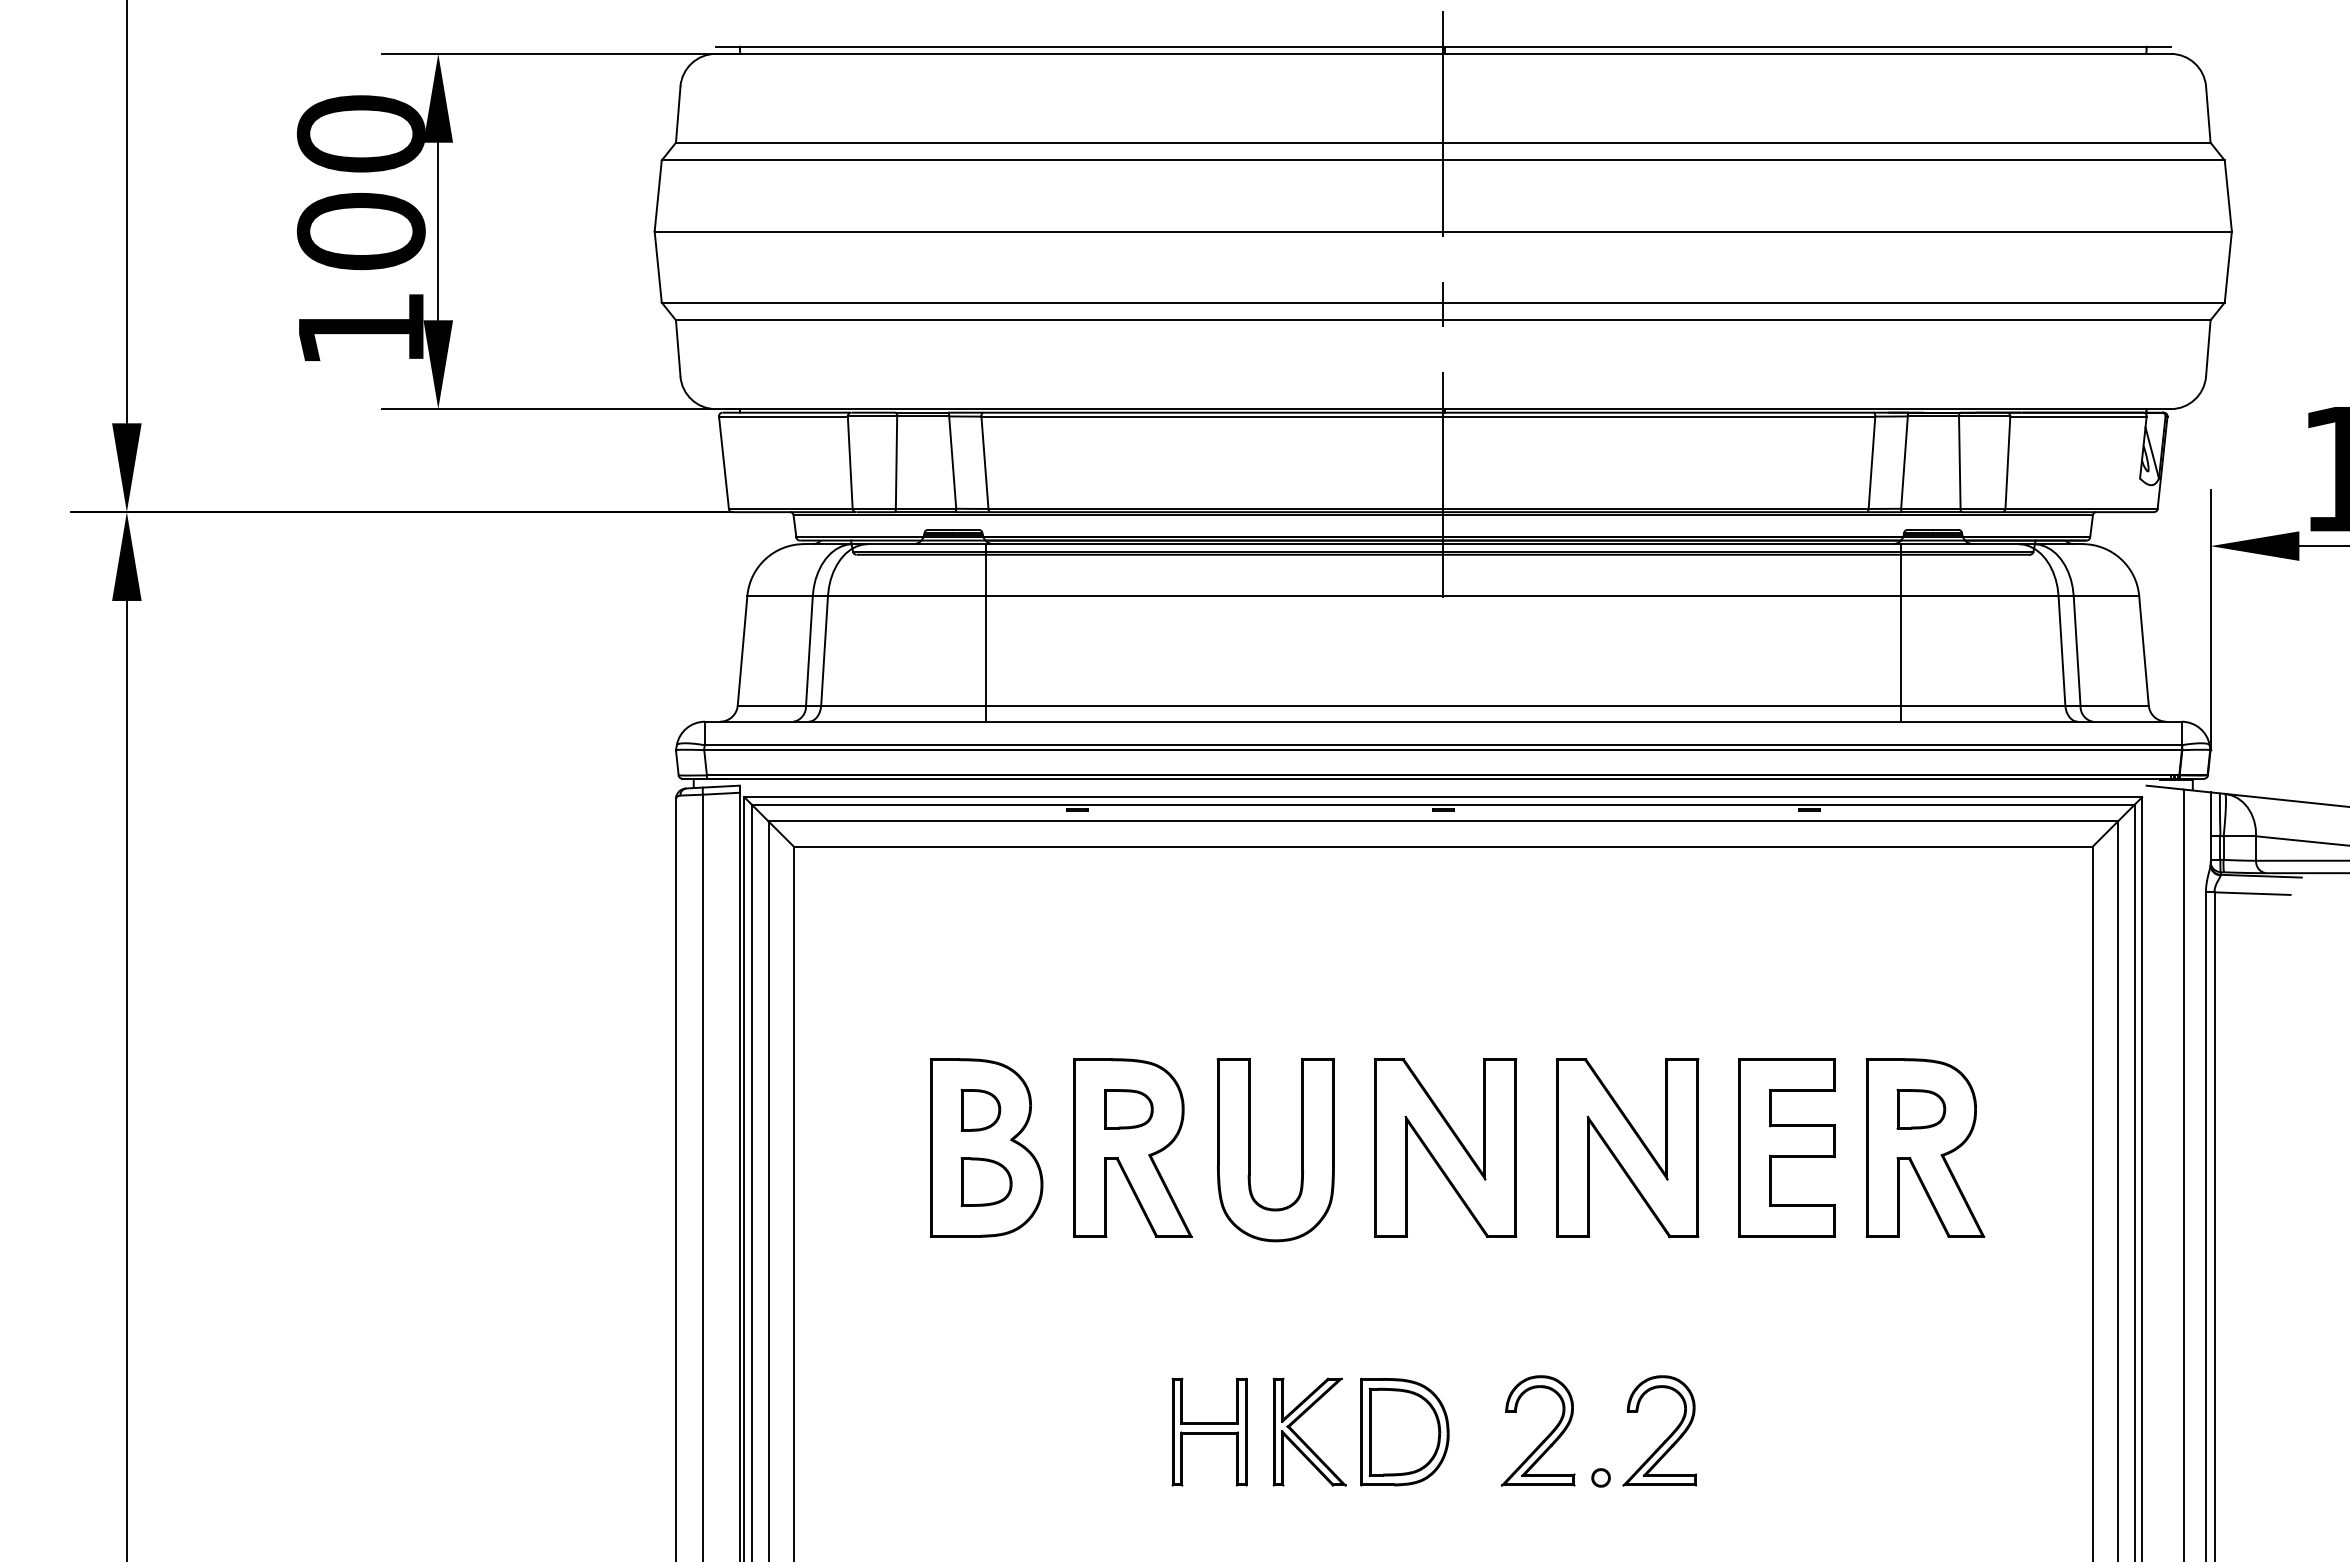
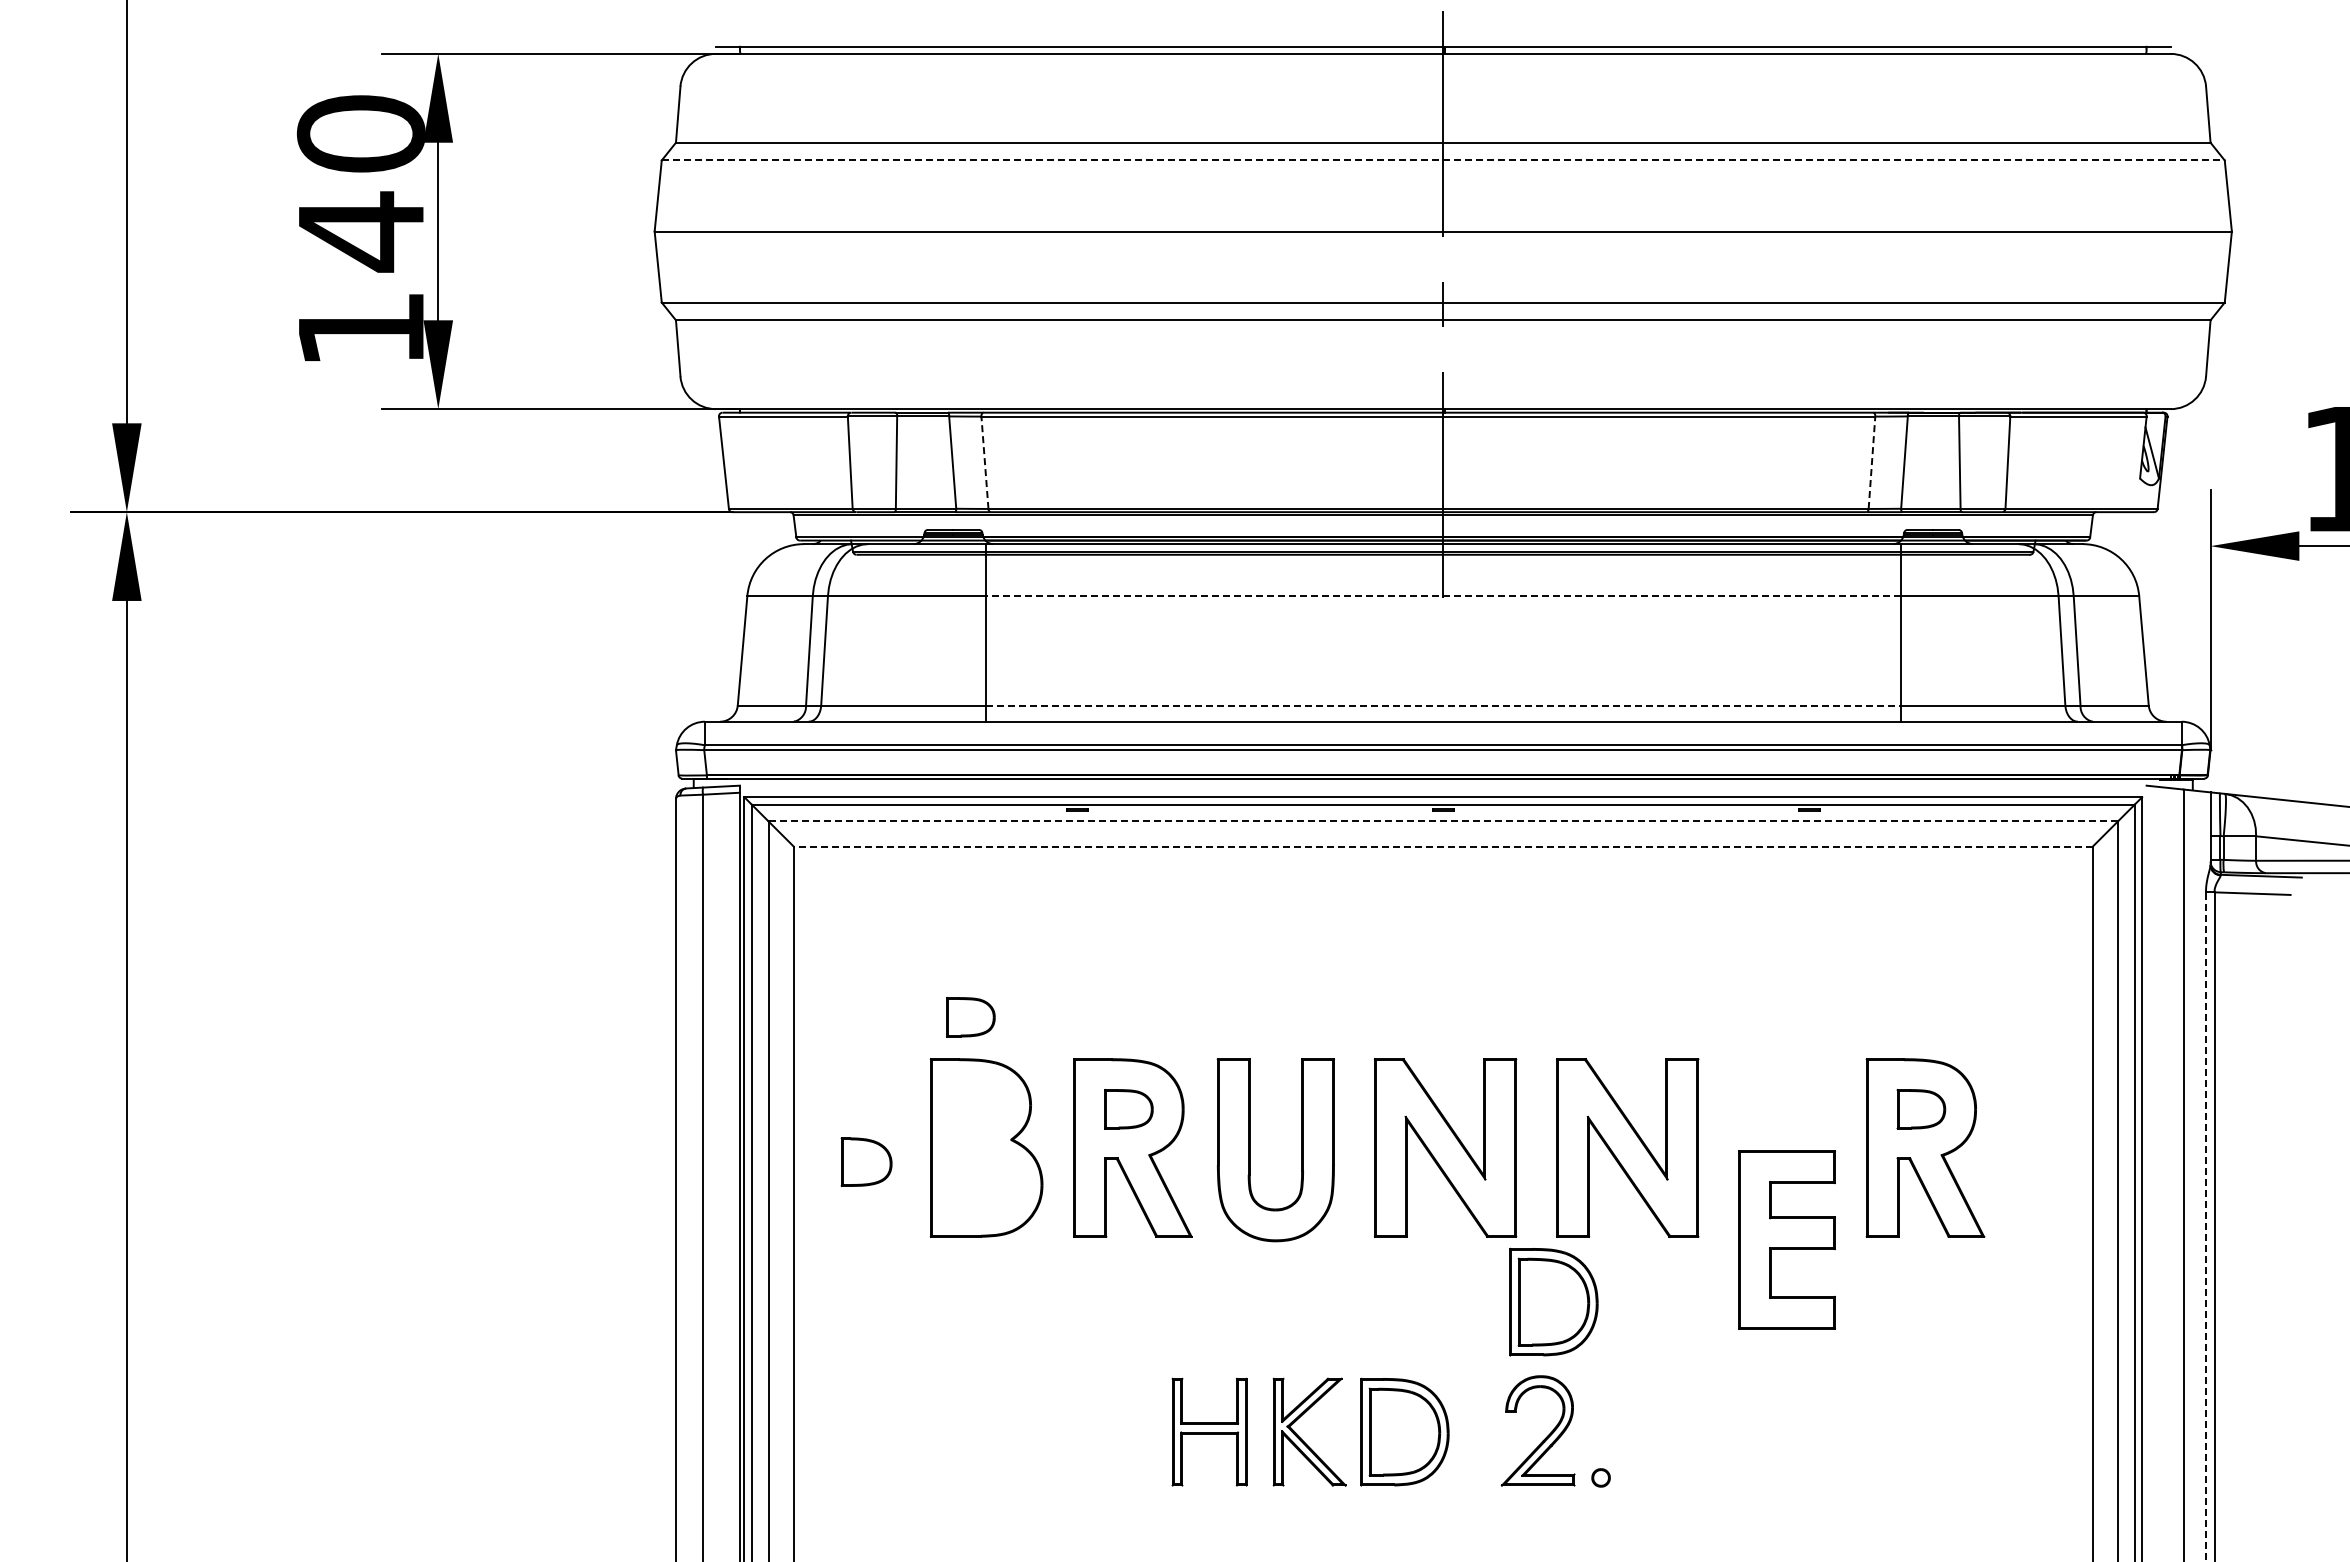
line at (1443, 160): solid -> dashed
text at (360, 231): 100 -> 140
line at (984, 462): solid -> dashed
line at (1872, 462): solid -> dashed
line at (1442, 595): solid -> dashed
line at (1443, 705): solid -> dashed
line at (1443, 821): solid -> dashed
line at (1443, 846): solid -> dashed
part at (970, 1017): none -> present
part at (980, 1110): present -> none
part at (1786, 1147) position: (1786, 1147) -> (1786, 1239)
part at (986, 1181) position: (986, 1181) -> (866, 1161)
line at (2205, 1226): solid -> dashed
part at (1553, 1301): none -> present
part at (1667, 1437): present -> none
